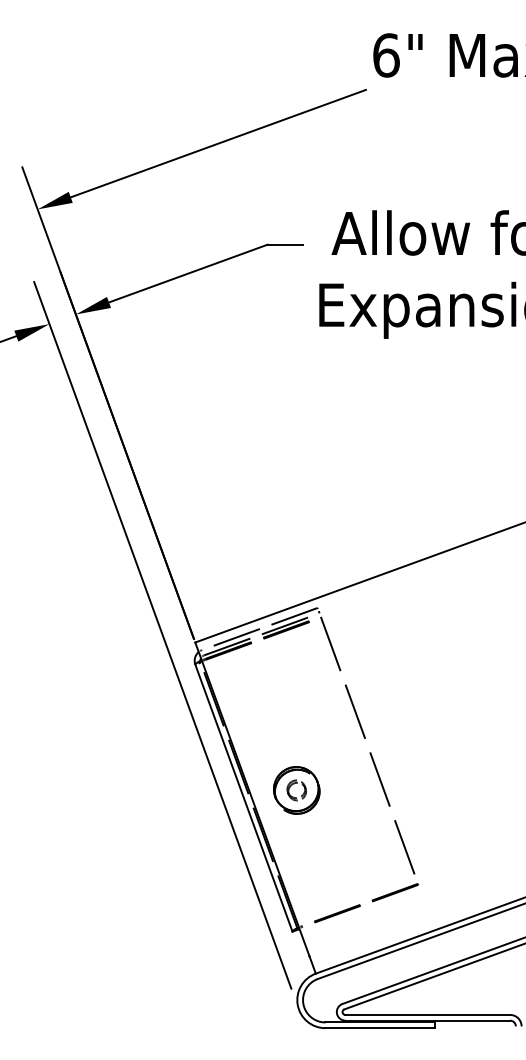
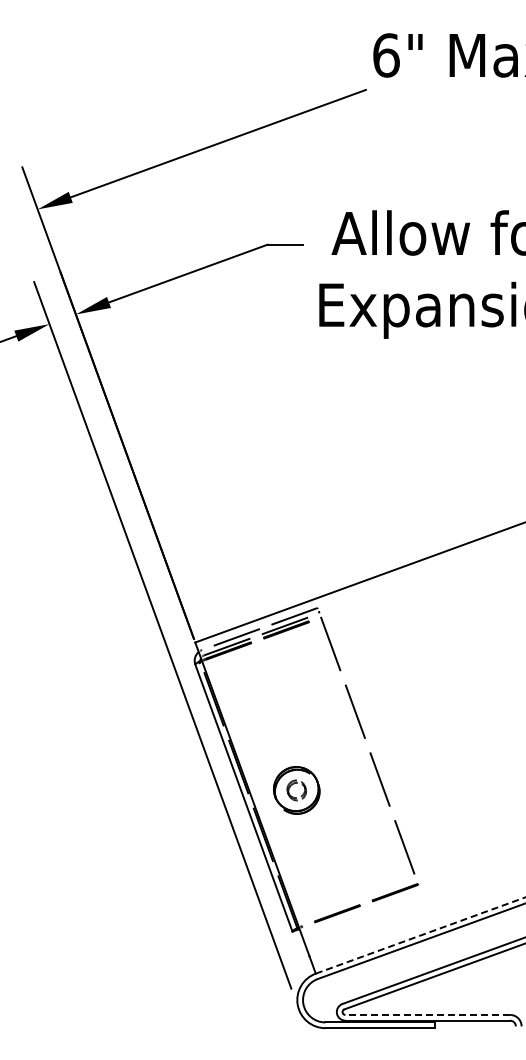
line at (421, 935): solid -> dashed
line at (427, 1014): solid -> dashed
